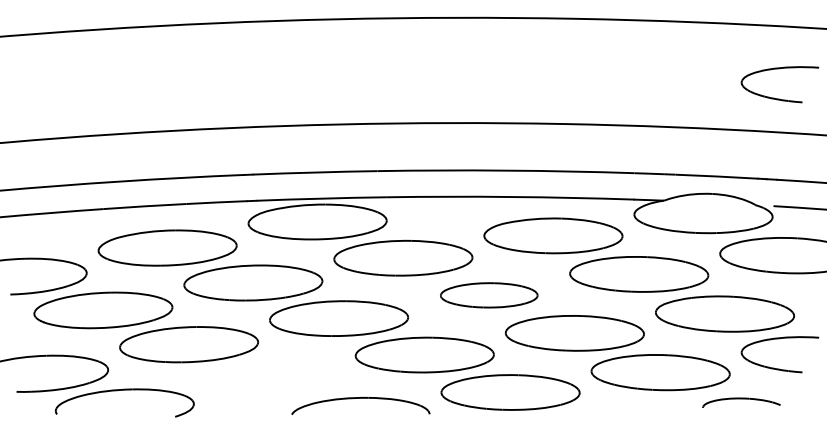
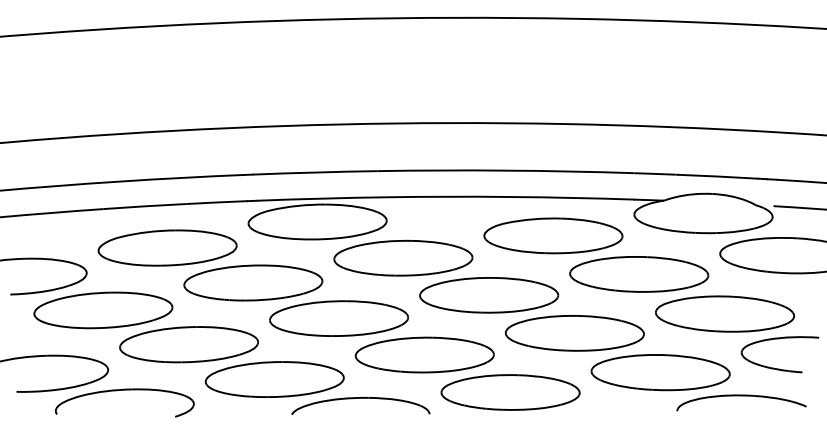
part at (774, 97): present -> none
part at (489, 295) size: 99x27 px -> 141x37 px
part at (274, 379): none -> present
part at (741, 402) size: 79x11 px -> 131x18 px
